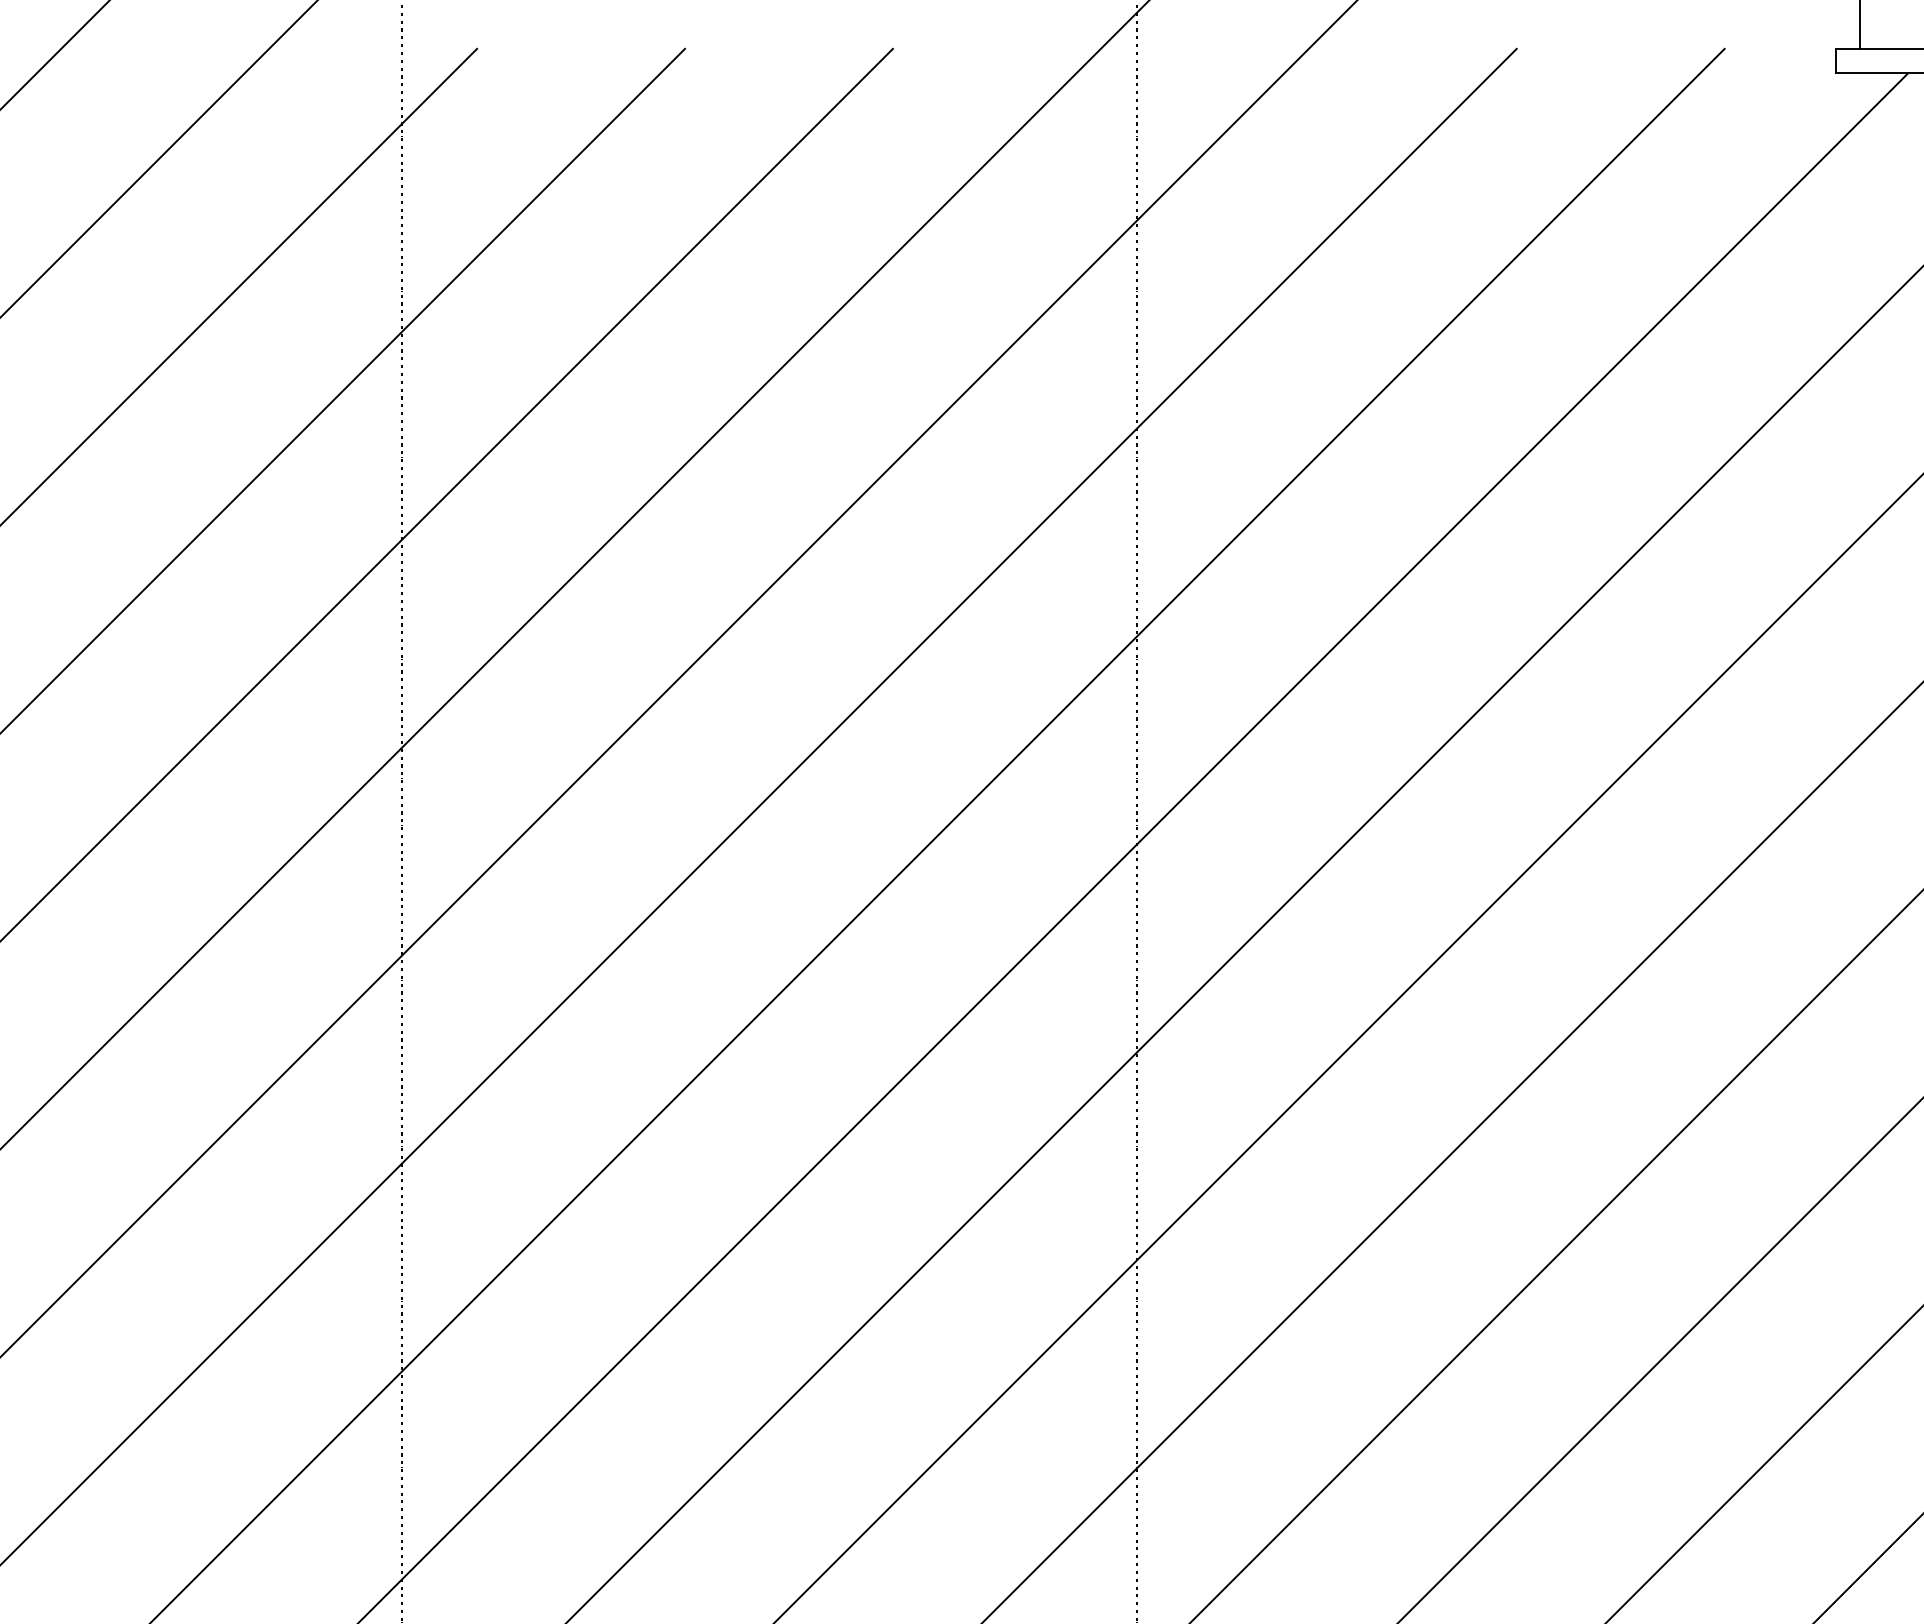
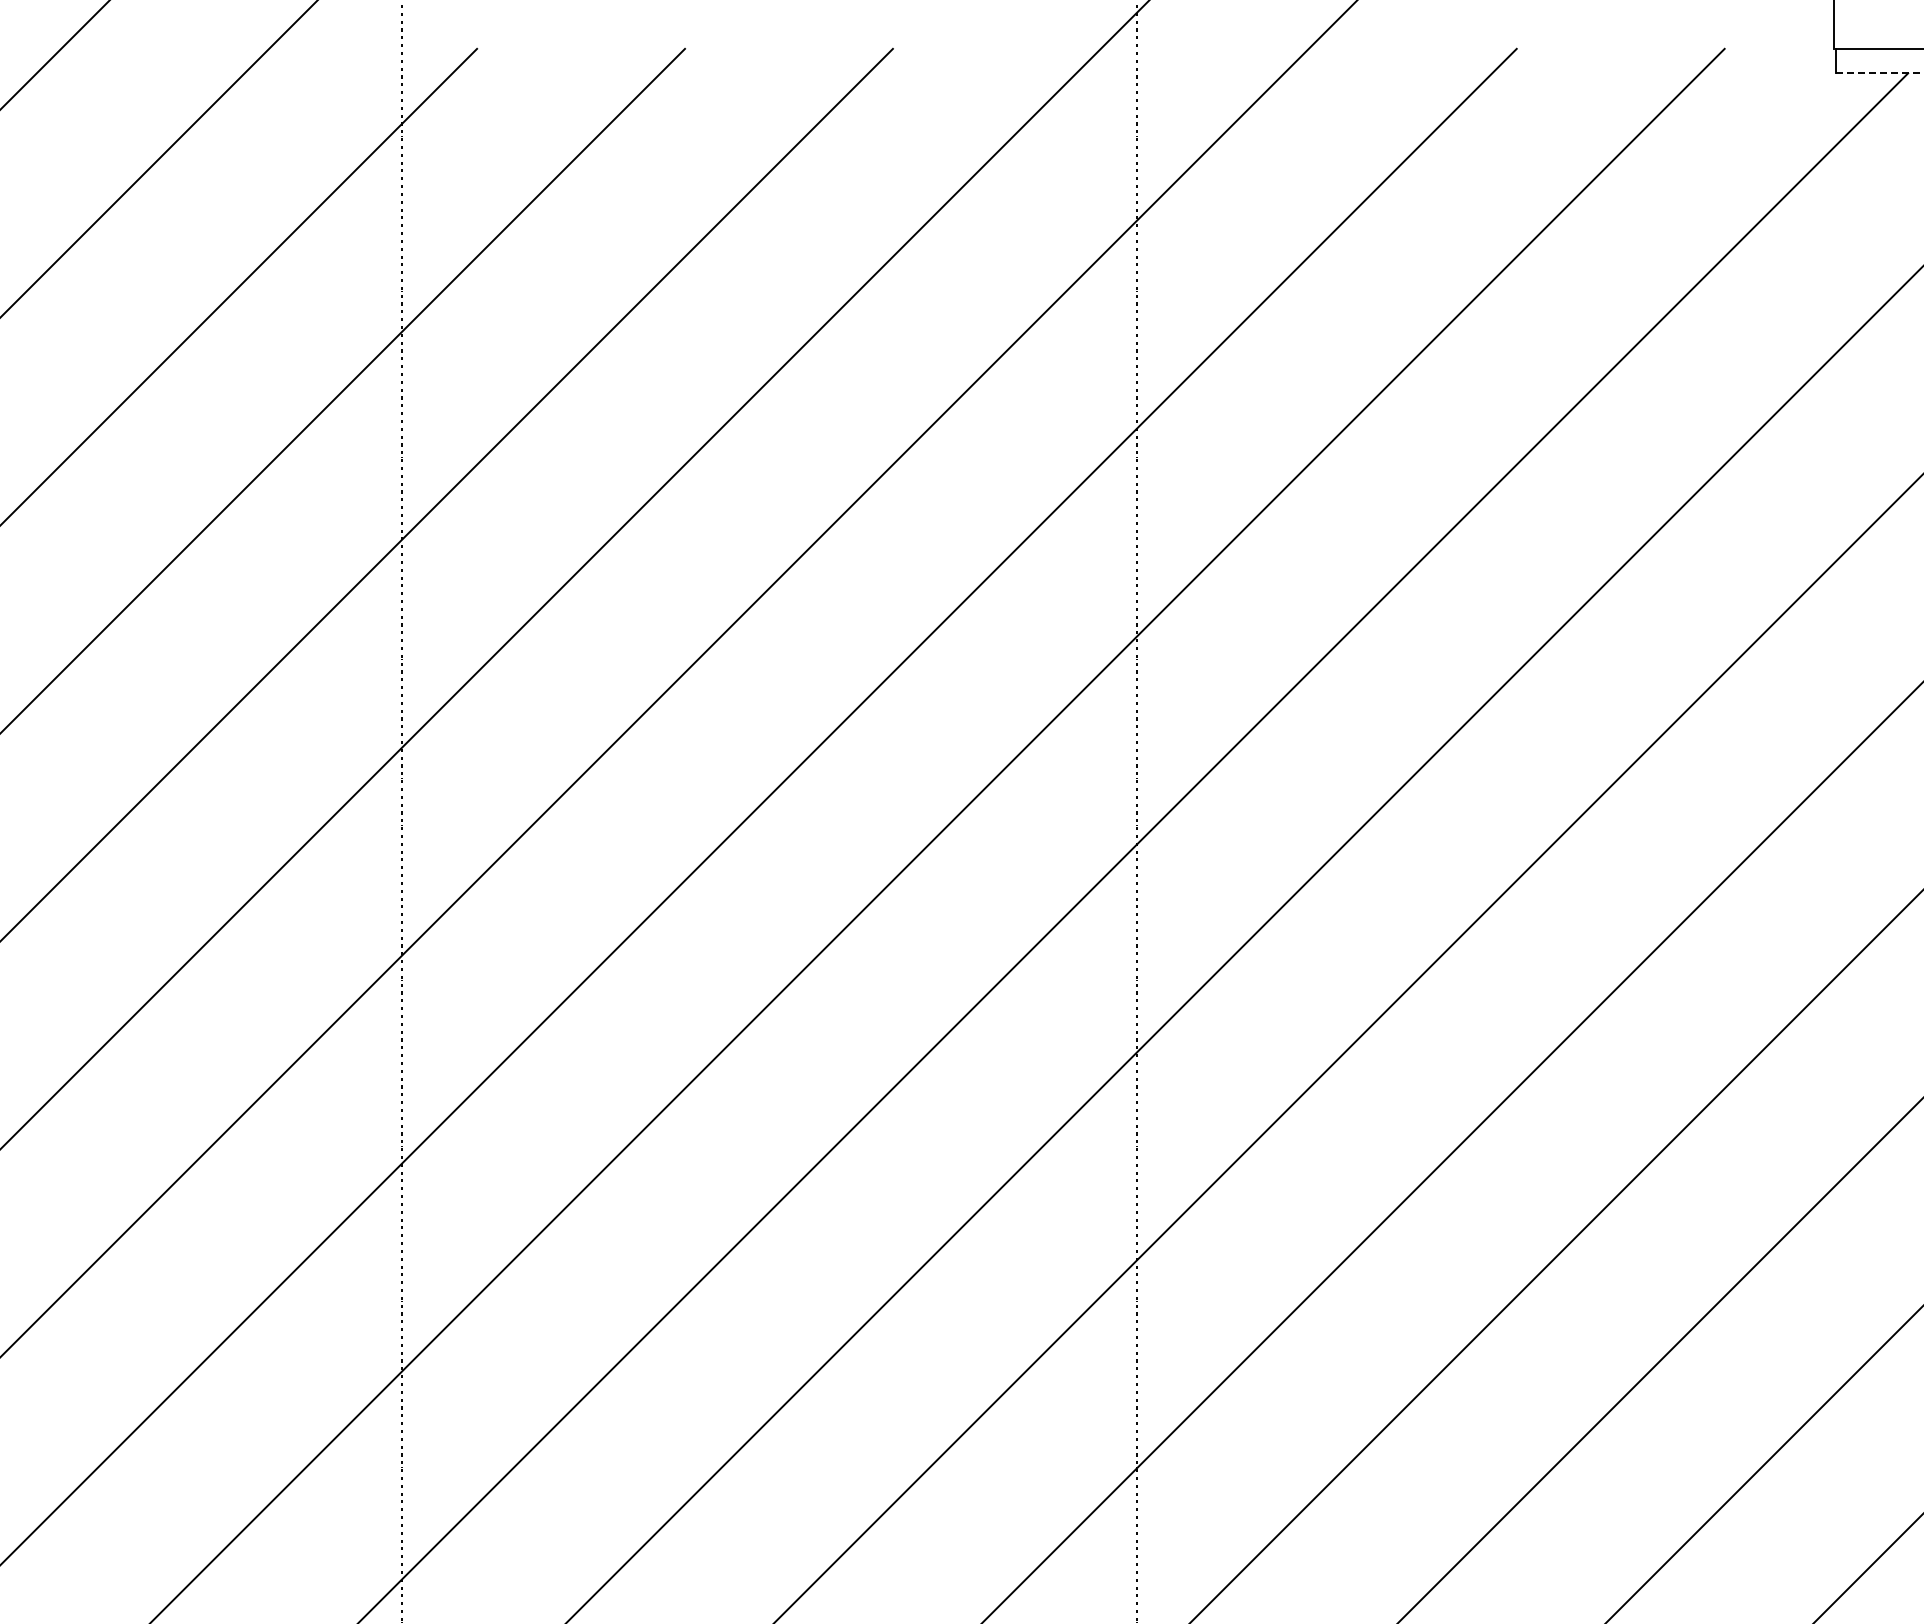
line at (1860, 25) position: (1860, 25) -> (1834, 25)
line at (1879, 73): solid -> dashed
